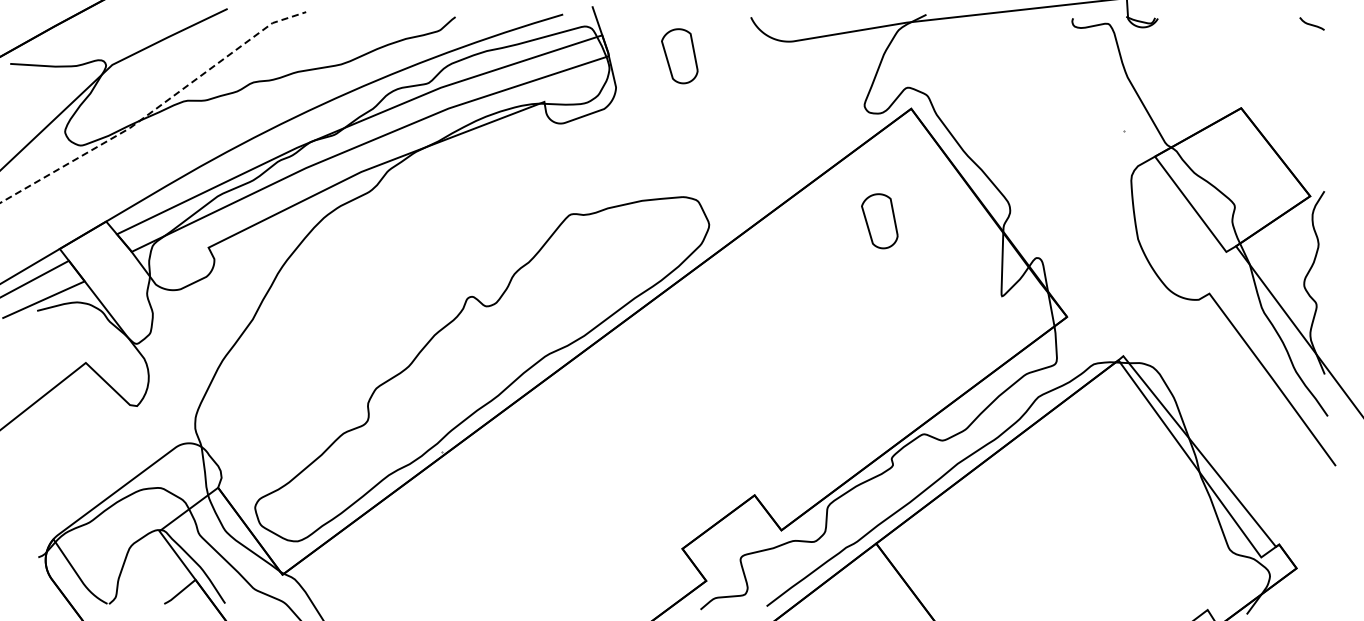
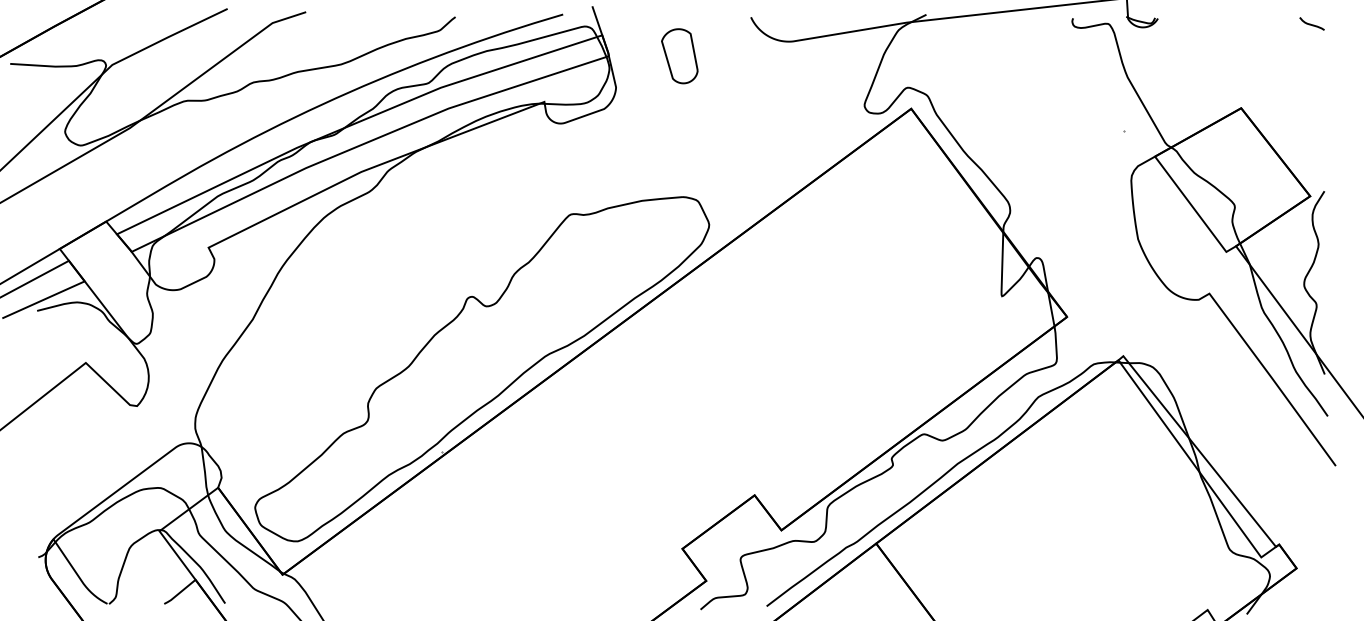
line at (155, 109): dashed -> solid
part at (879, 221): present -> none
